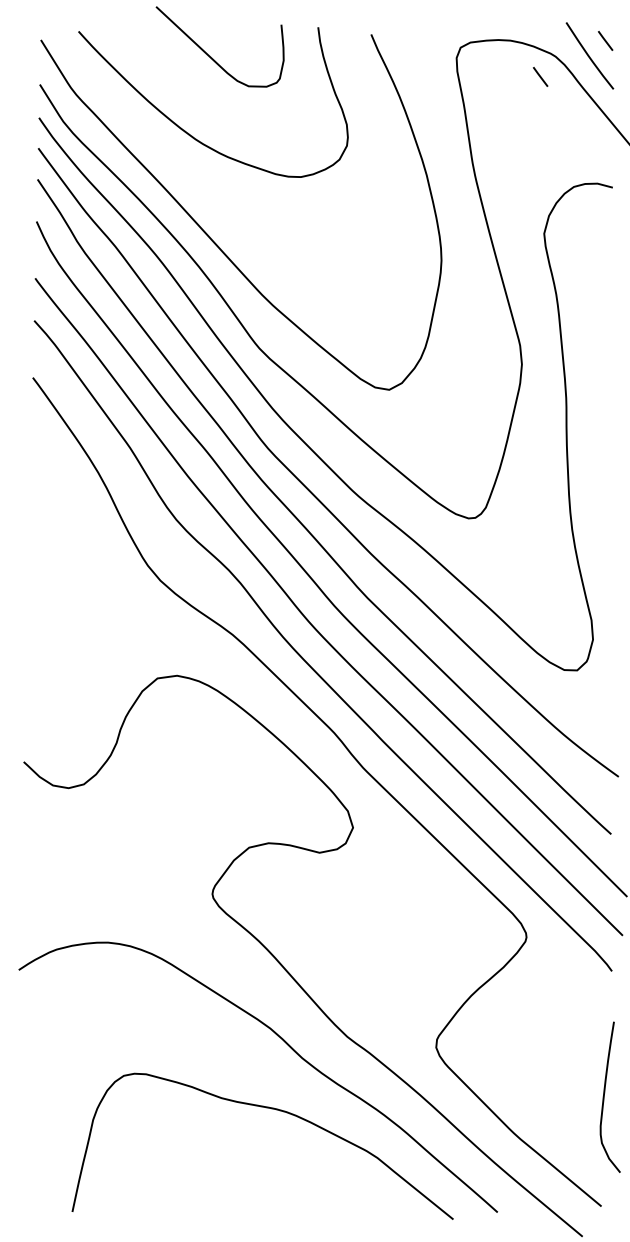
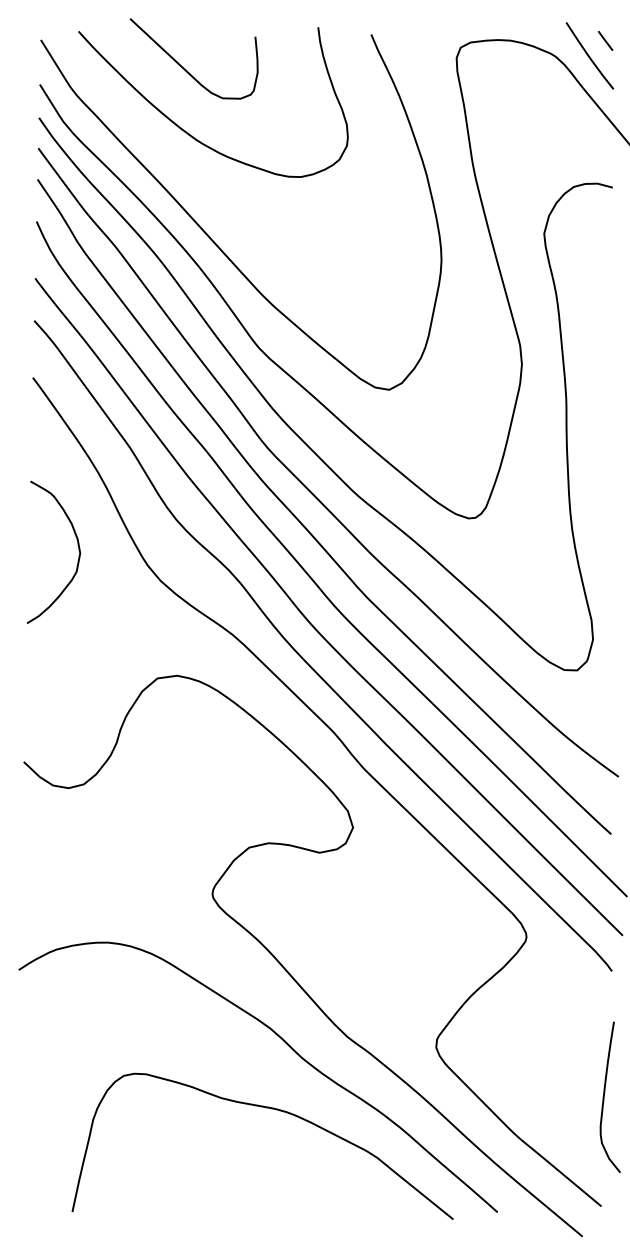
curve at (211, 56) position: (211, 56) -> (185, 68)
line at (540, 76): present -> none
curve at (77, 545): none -> present
